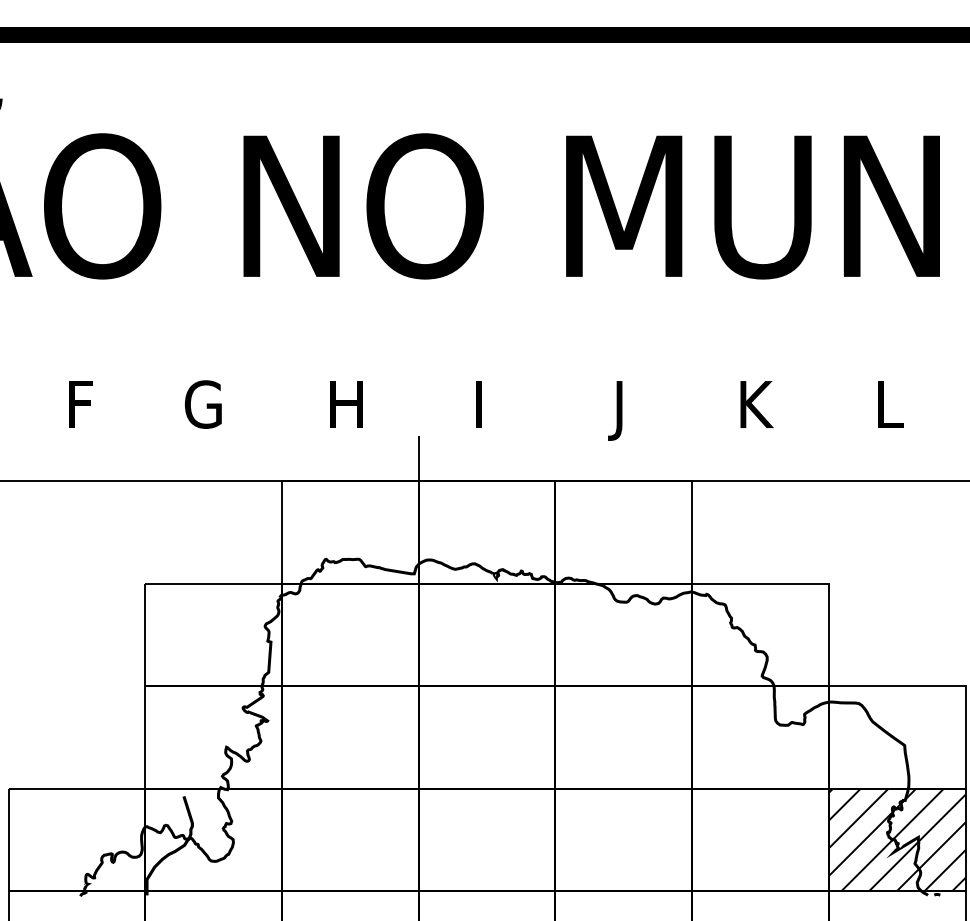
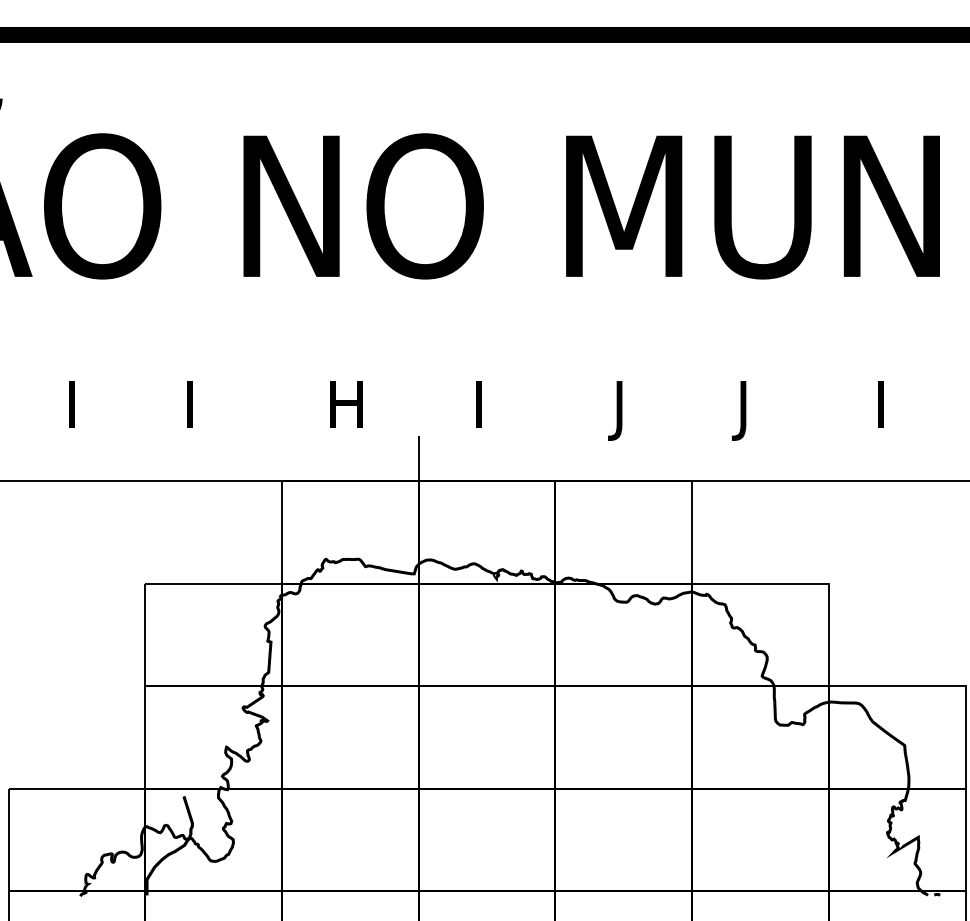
text at (83, 393): F -> I
text at (202, 404): G -> I
text at (752, 410): K -> J
text at (893, 425): L -> I
hatch at (896, 839): present -> none
